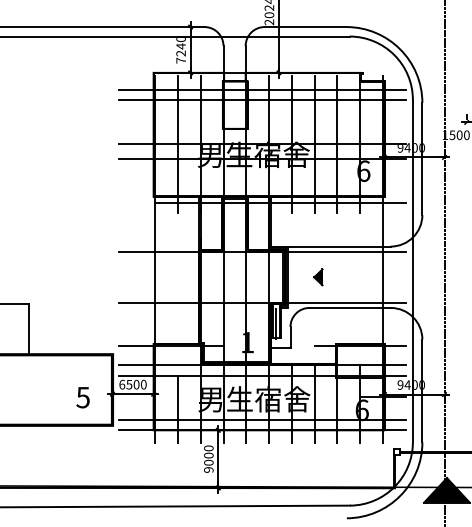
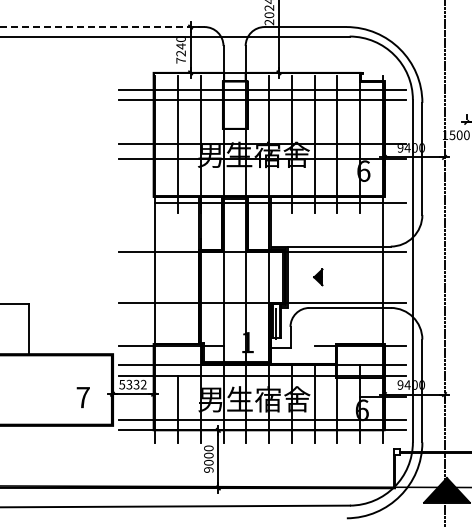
line at (102, 27): solid -> dashed
text at (132, 384): 6500 -> 5332
text at (82, 397): 5 -> 7
